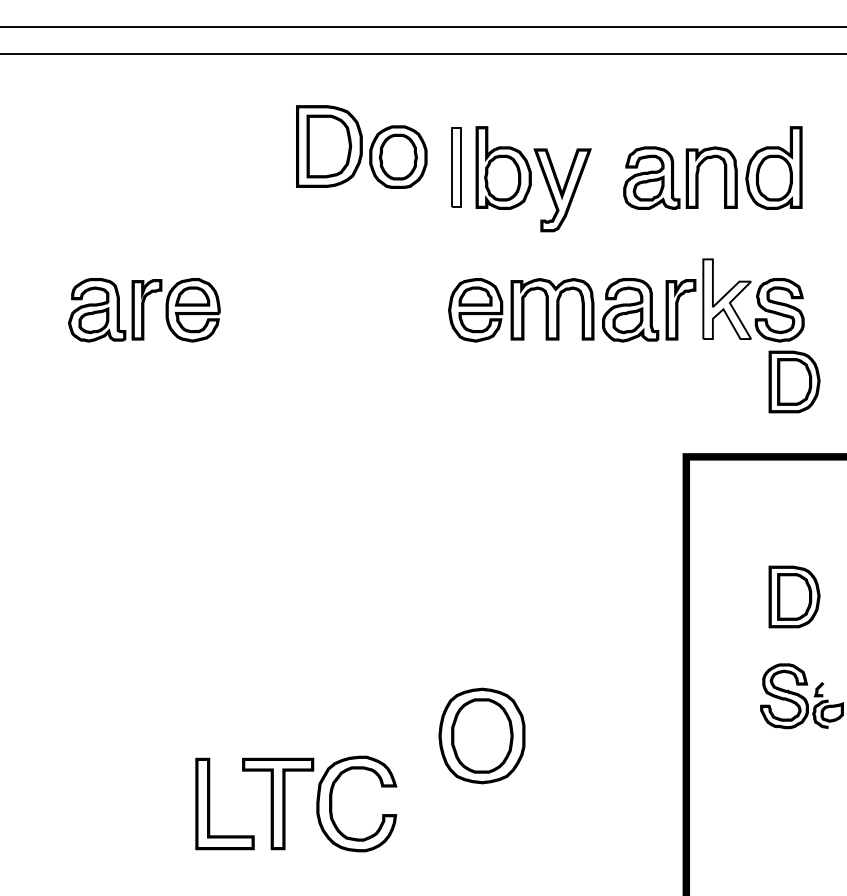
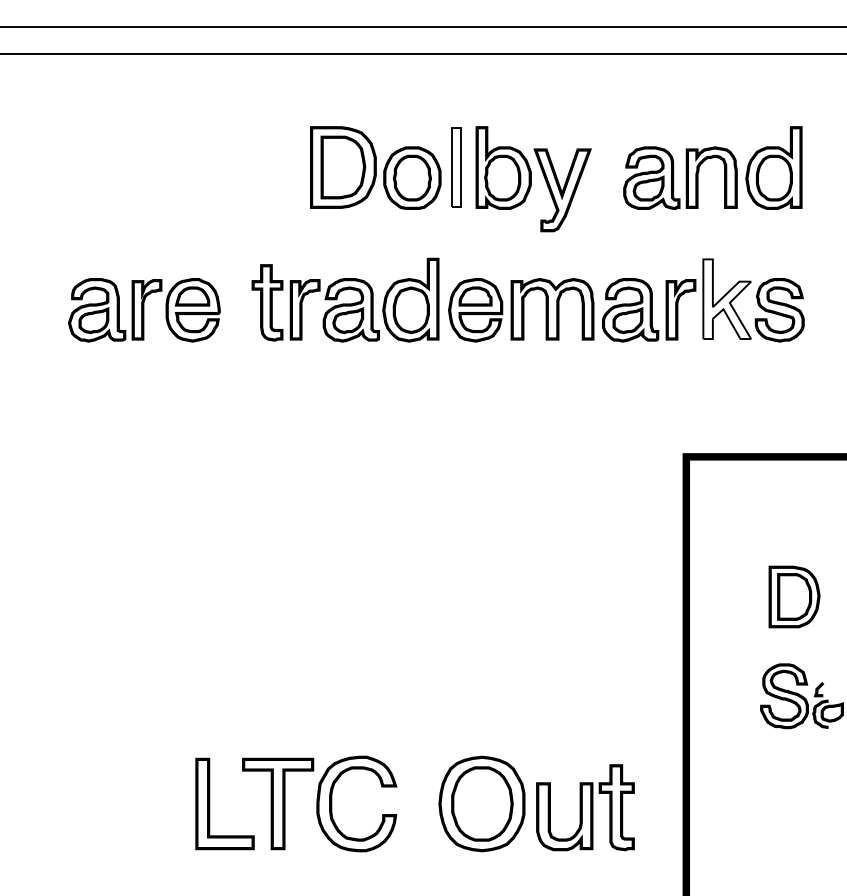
part at (361, 146) position: (361, 146) -> (375, 167)
part at (345, 299): none -> present
part at (794, 381): present -> none
part at (481, 735) position: (481, 735) -> (481, 803)
part at (585, 807): none -> present
